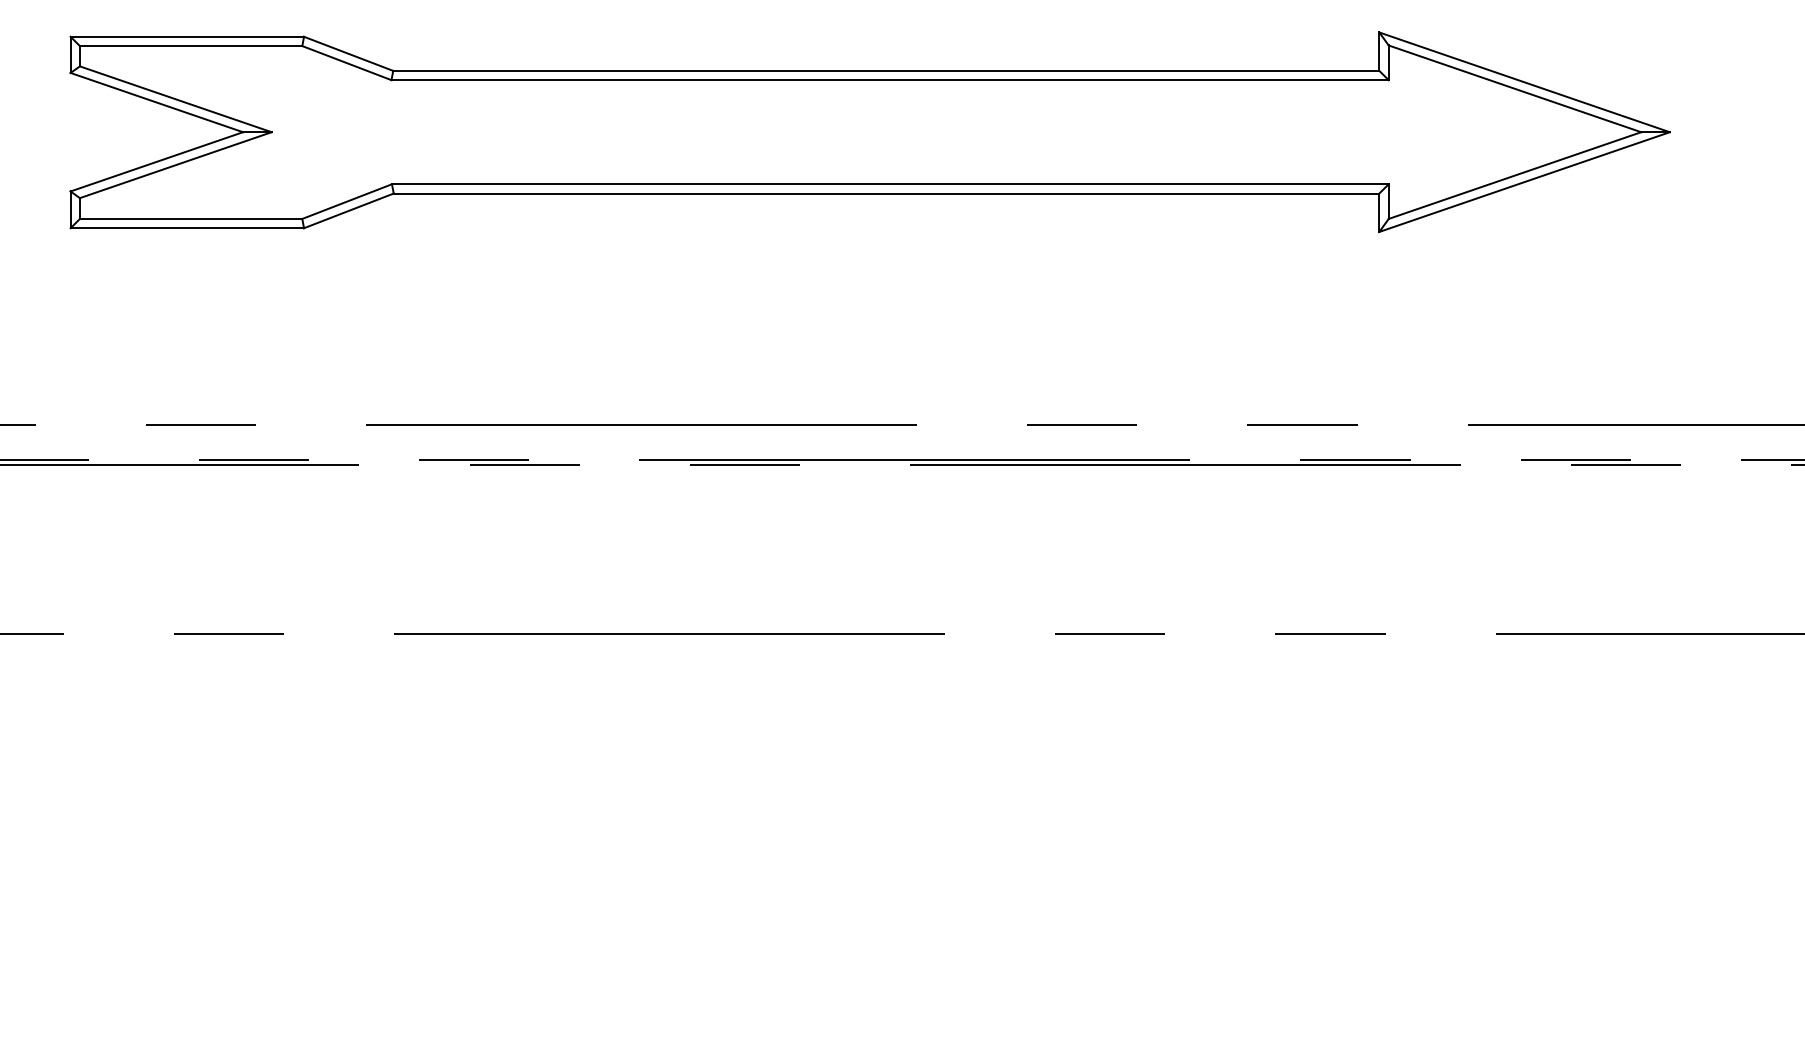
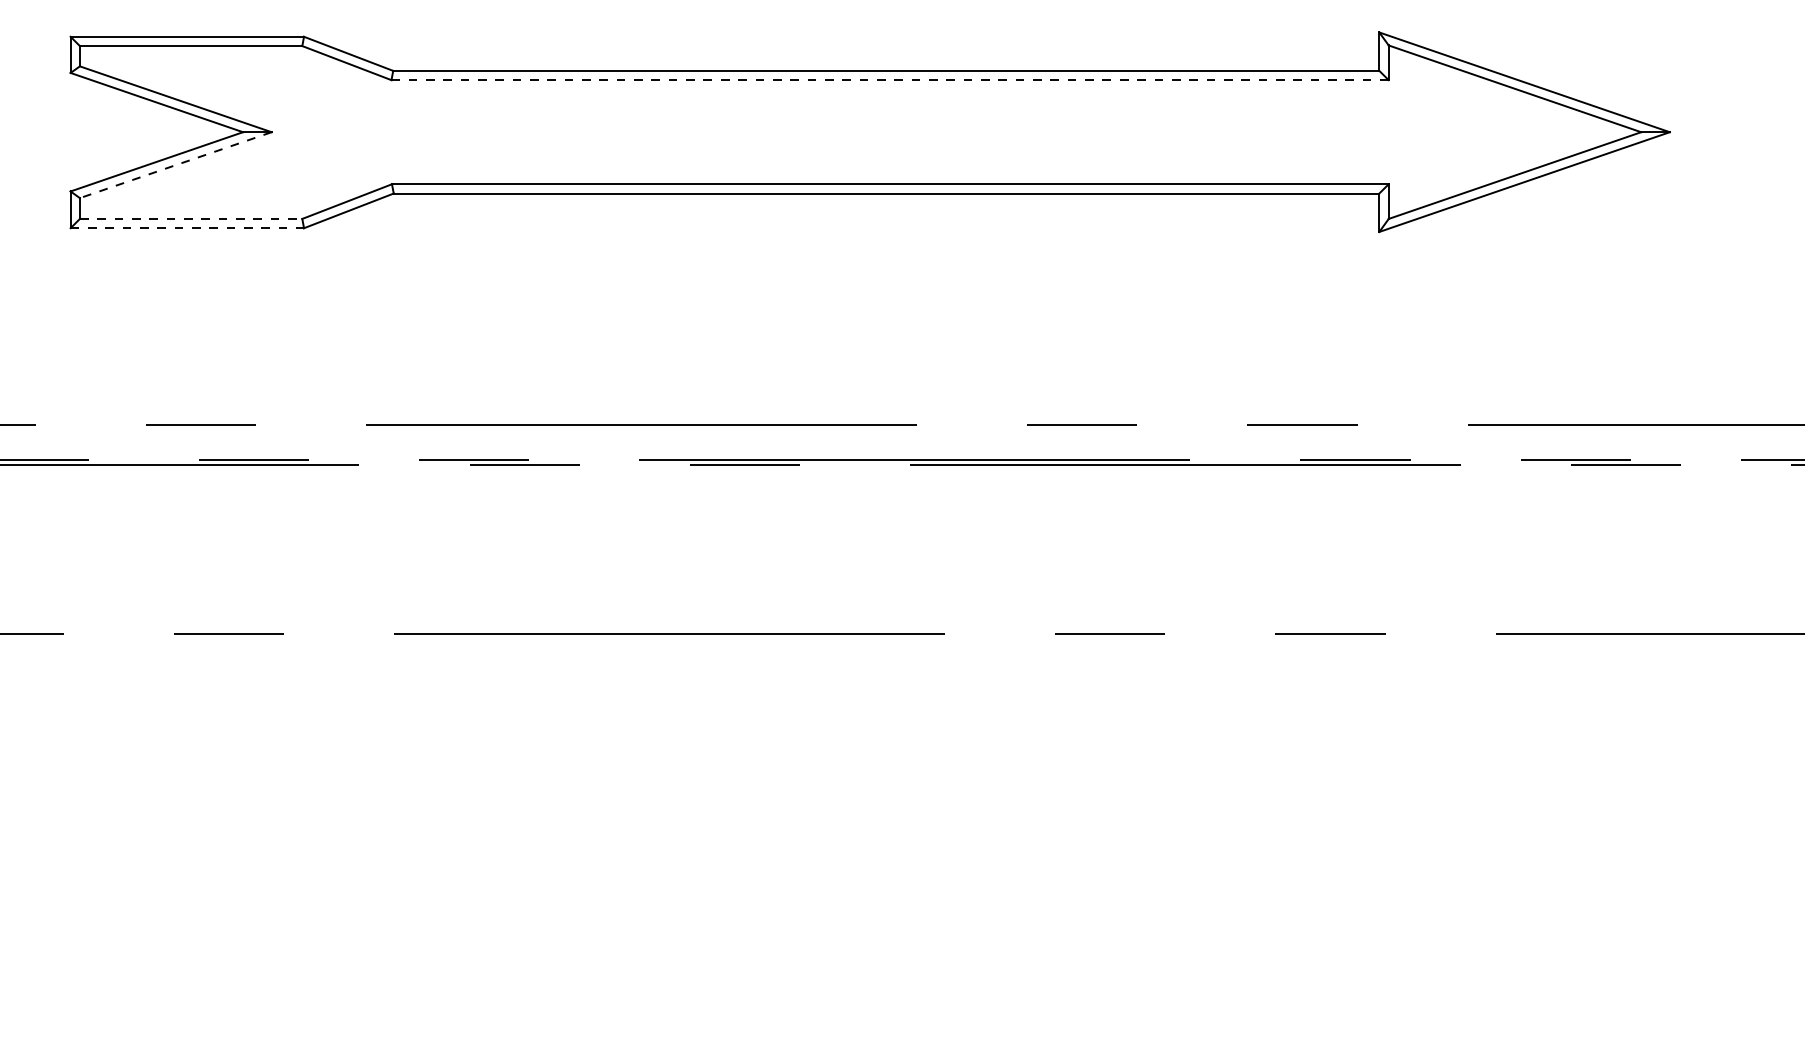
line at (890, 80): solid -> dashed
line at (175, 165): solid -> dashed
line at (191, 218): solid -> dashed
line at (187, 228): solid -> dashed
